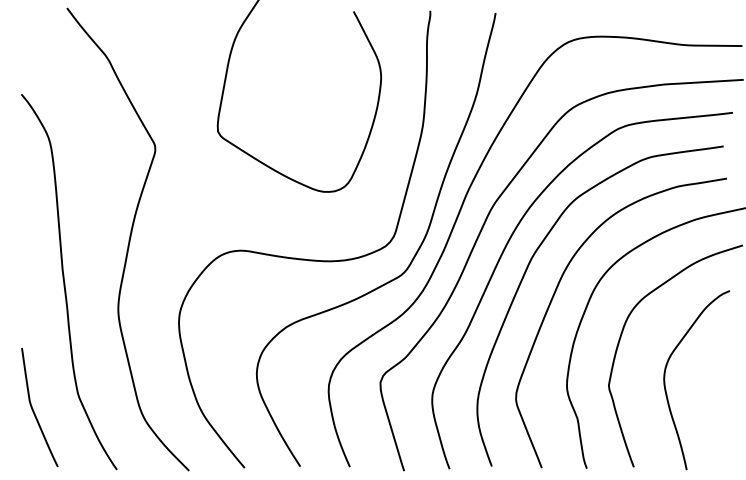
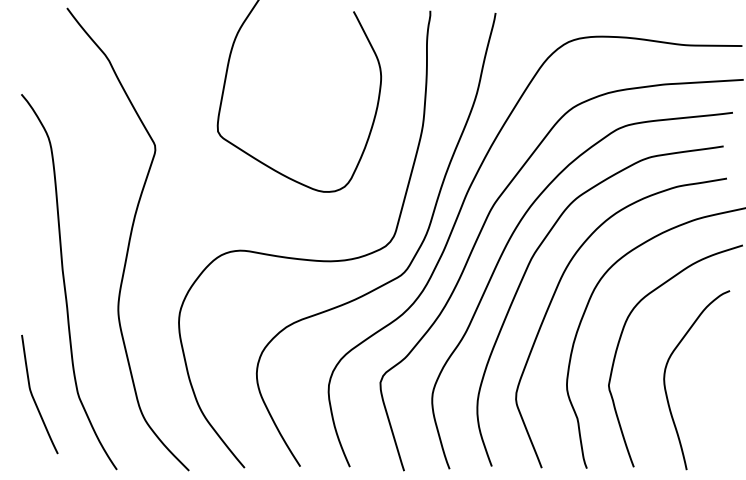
curve at (33, 408) position: (33, 408) -> (33, 395)
